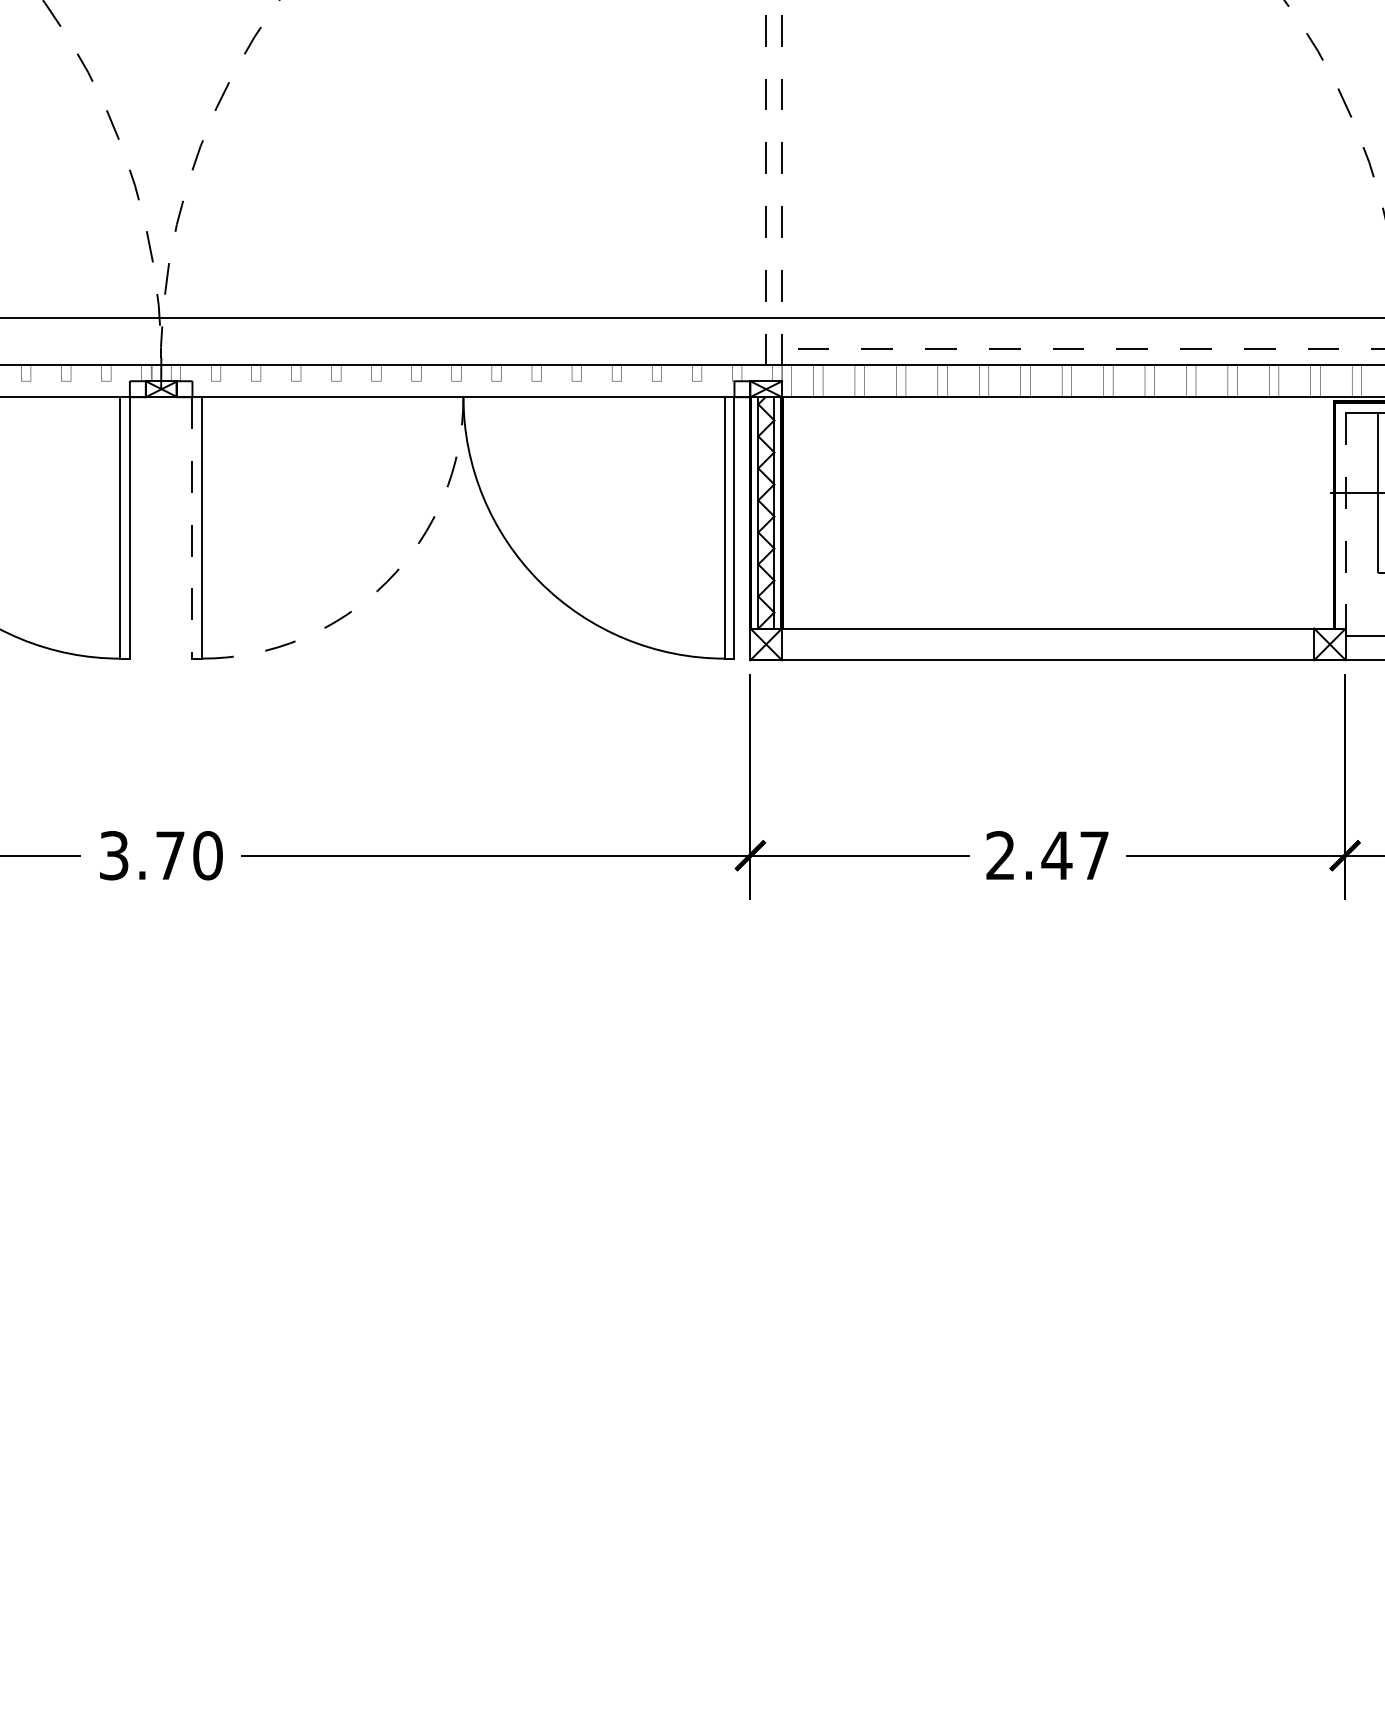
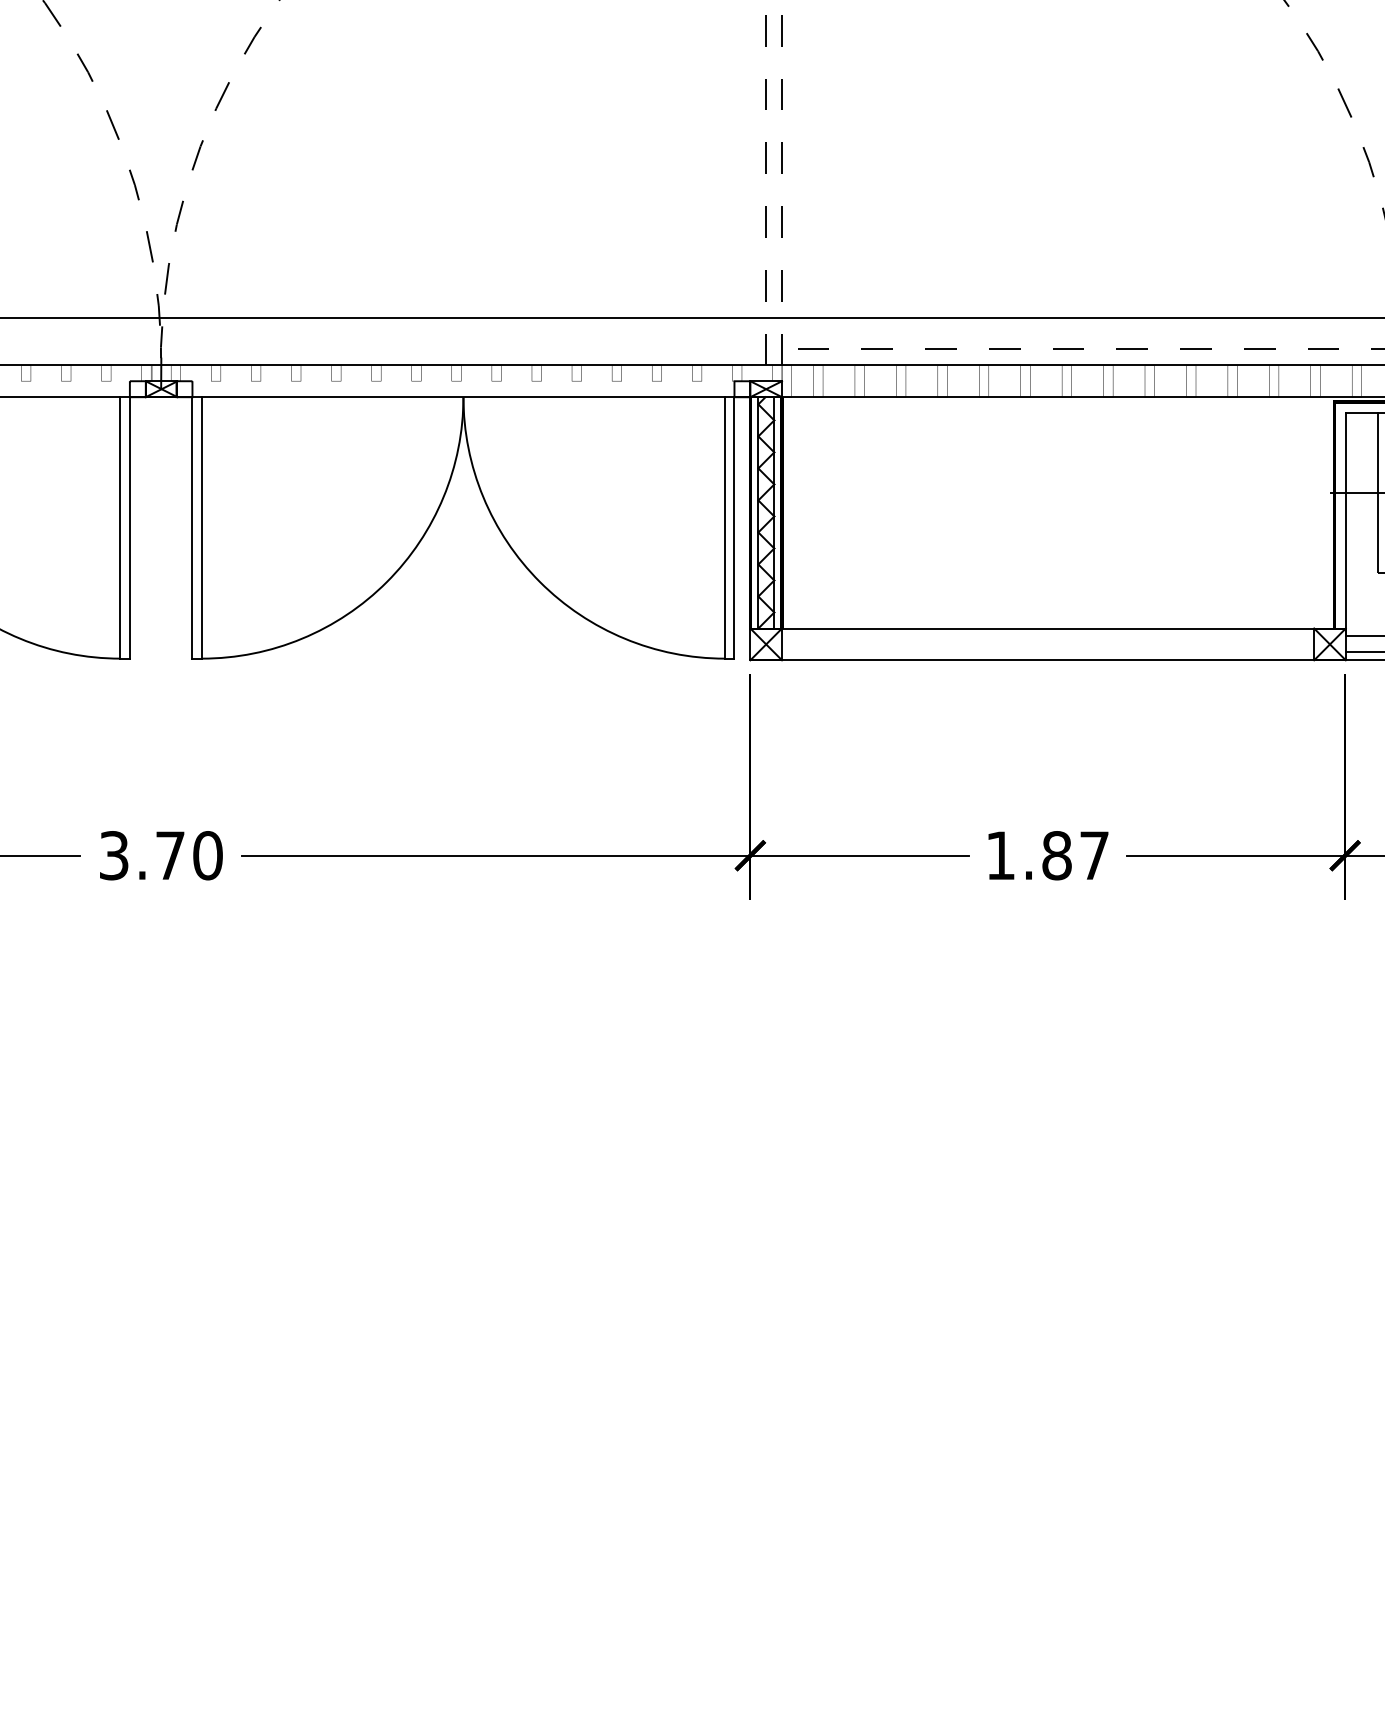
line at (1345, 524): dashed -> solid
line at (192, 527): dashed -> solid
arc at (386, 582): dashed -> solid
line at (1363, 652): none -> present
text at (1029, 855): 2.47 -> 1.87
